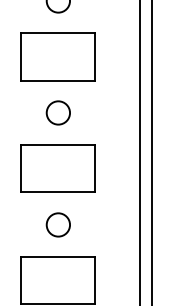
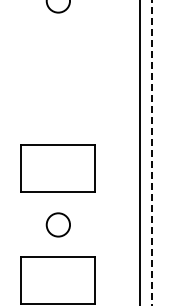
part at (57, 56): present -> none
circle at (57, 112): present -> none
line at (152, 152): solid -> dashed
